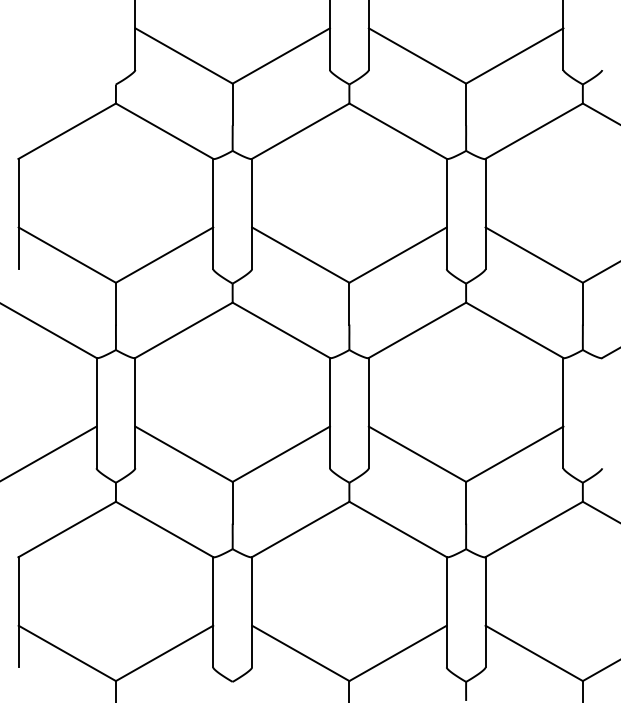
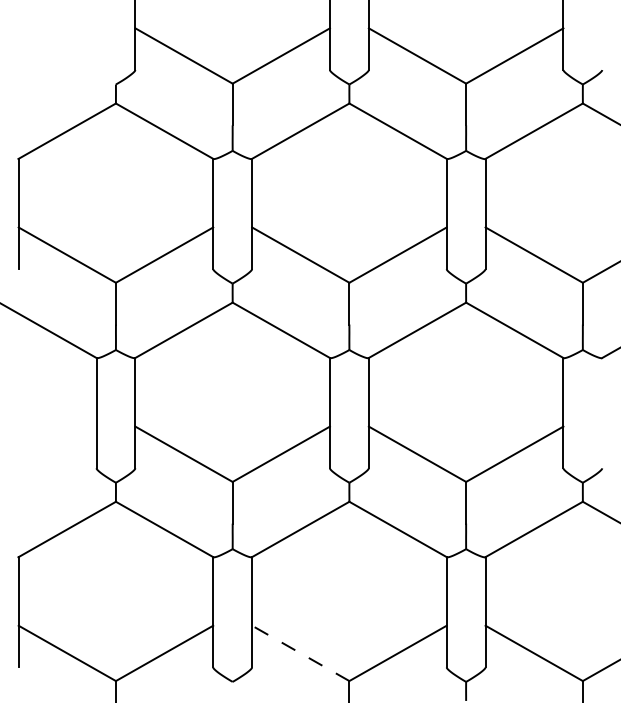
line at (49, 452): present -> none
line at (300, 653): solid -> dashed
